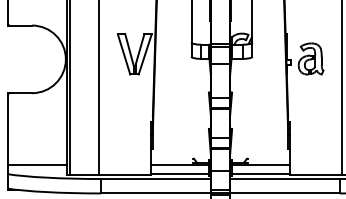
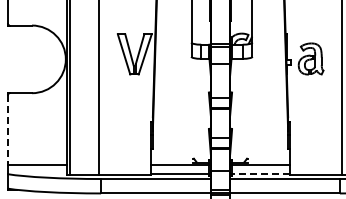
line at (7, 129): solid -> dashed
line at (260, 174): solid -> dashed
